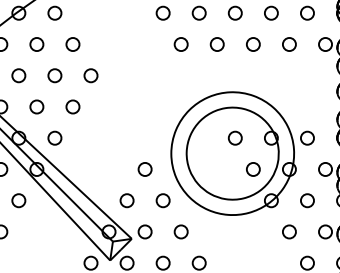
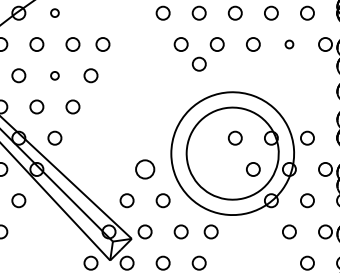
circle at (54, 12) size: 16x16 px -> 10x10 px
circle at (102, 44): none -> present
circle at (289, 44) size: 15x15 px -> 11x11 px
circle at (198, 63): none -> present
circle at (54, 75) size: 16x16 px -> 10x10 px
circle at (144, 169) size: 16x15 px -> 21x21 px
circle at (210, 231): none -> present
